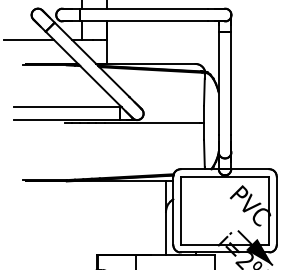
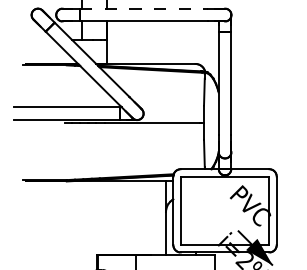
line at (143, 8): solid -> dashed
line at (28, 39): present -> none
